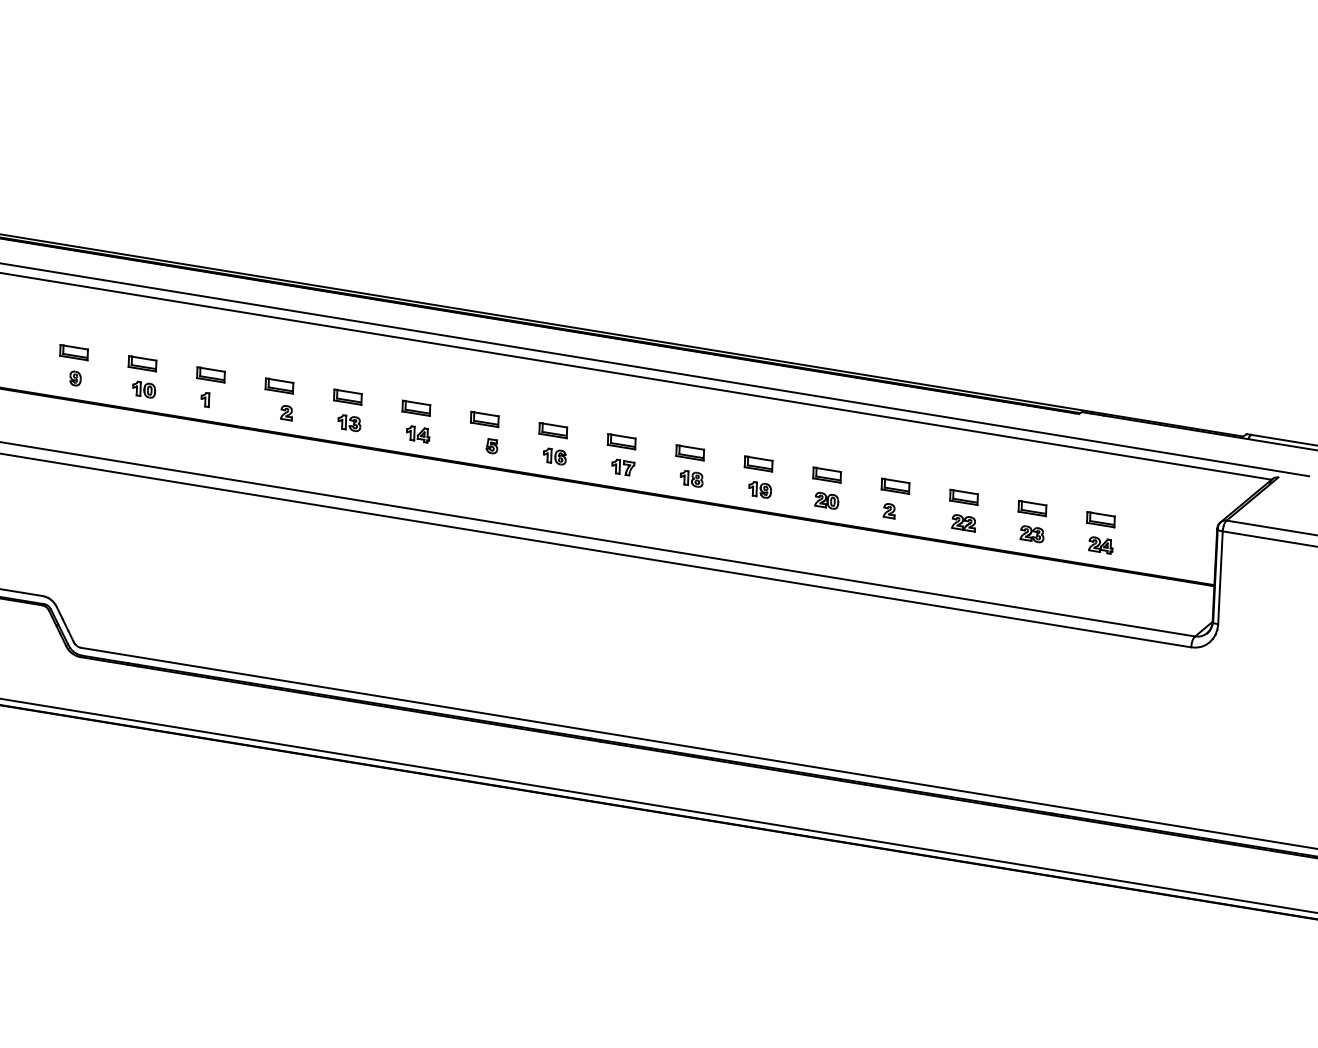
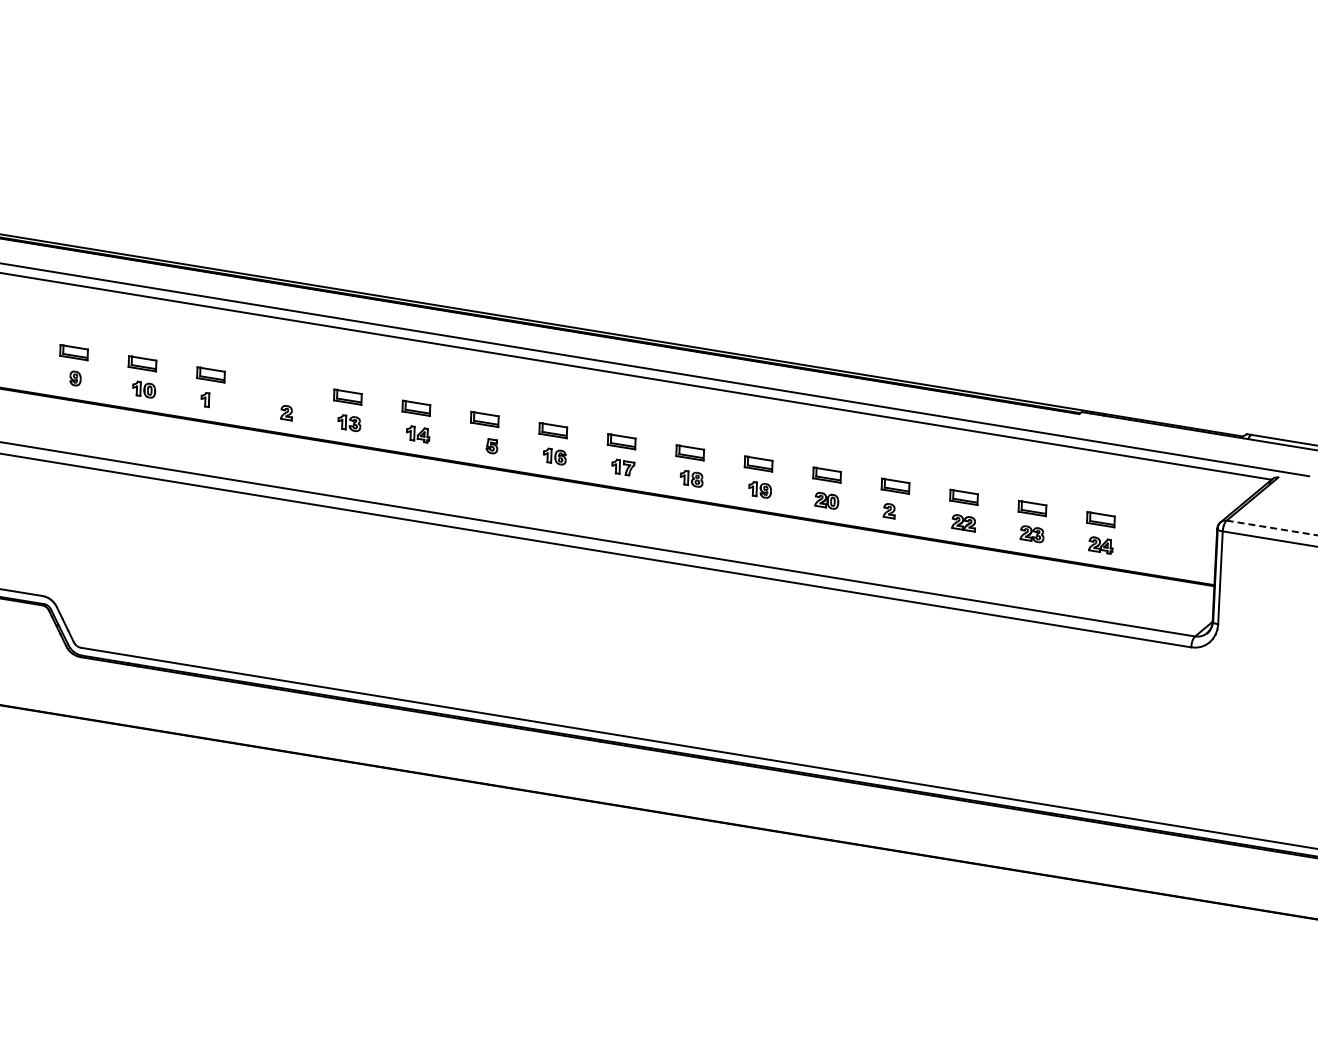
part at (279, 385): present -> none
line at (1272, 528): solid -> dashed
line at (658, 805): present -> none
